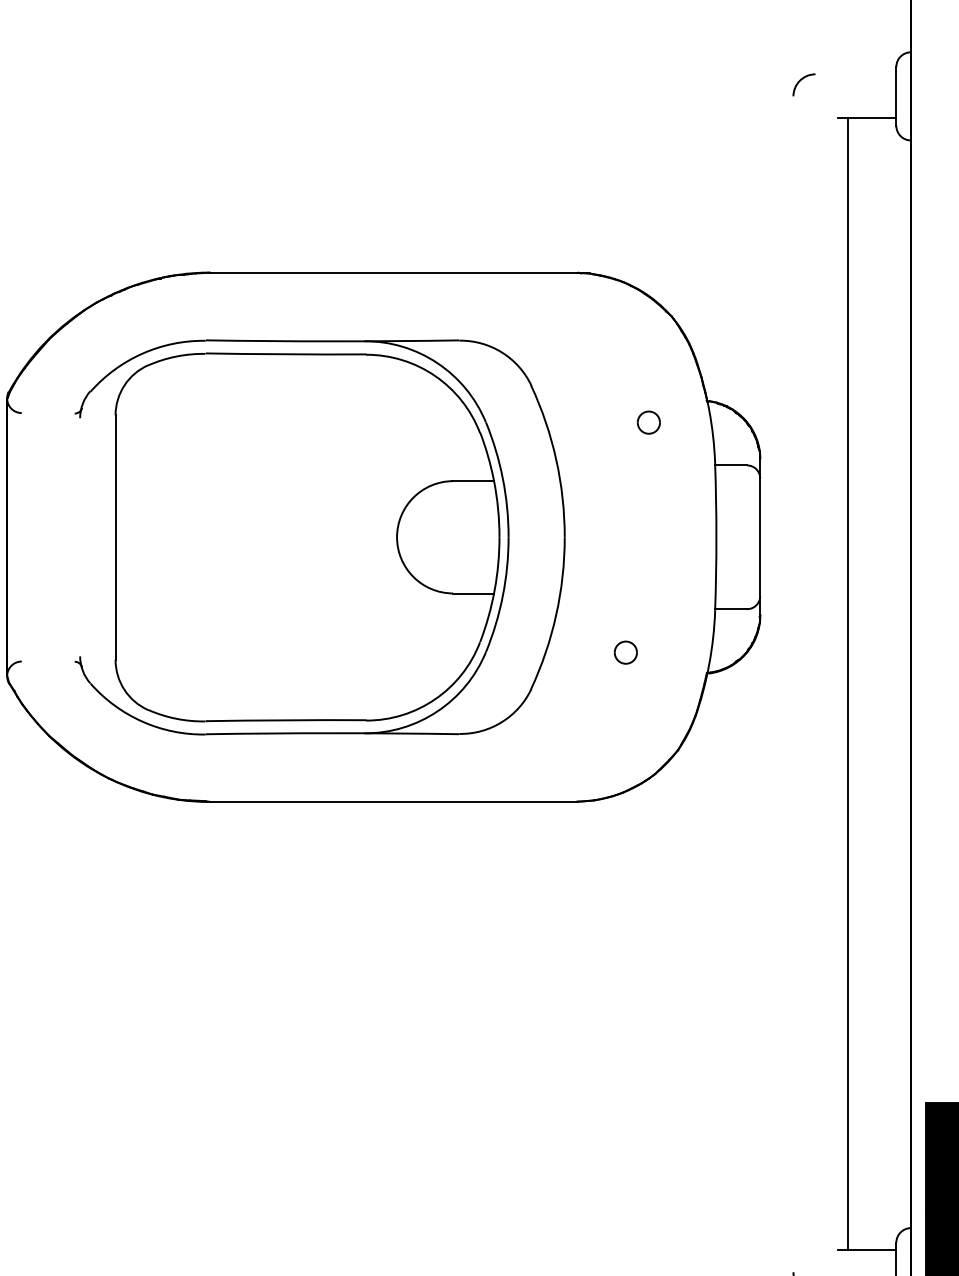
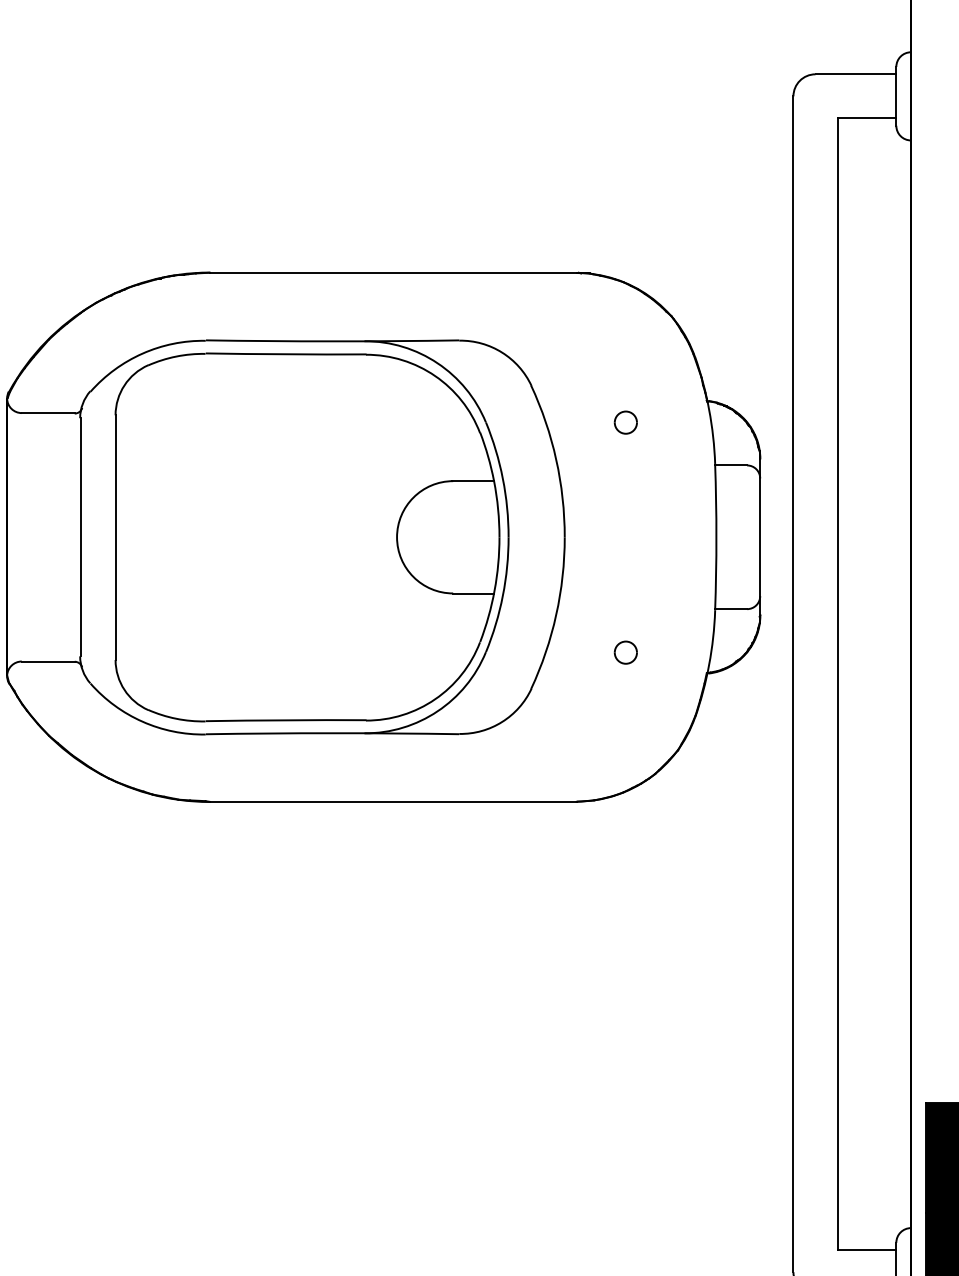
line at (855, 74): none -> present
line at (47, 413): none -> present
part at (648, 422) position: (648, 422) -> (625, 422)
line at (80, 537): none -> present
line at (47, 661): none -> present
line at (793, 684): none -> present
line at (847, 684) position: (847, 684) -> (837, 684)
